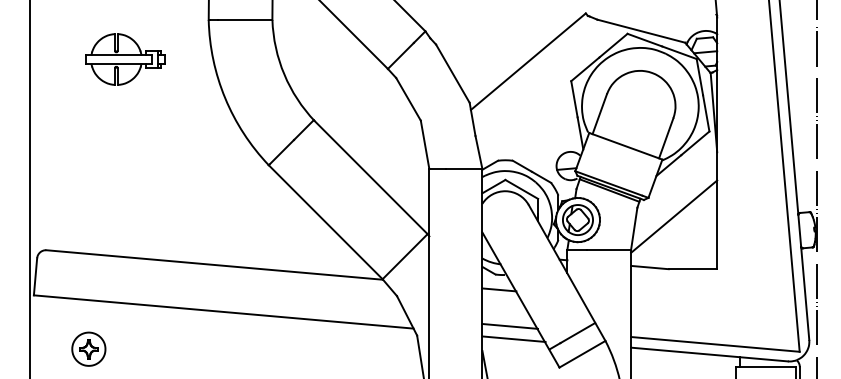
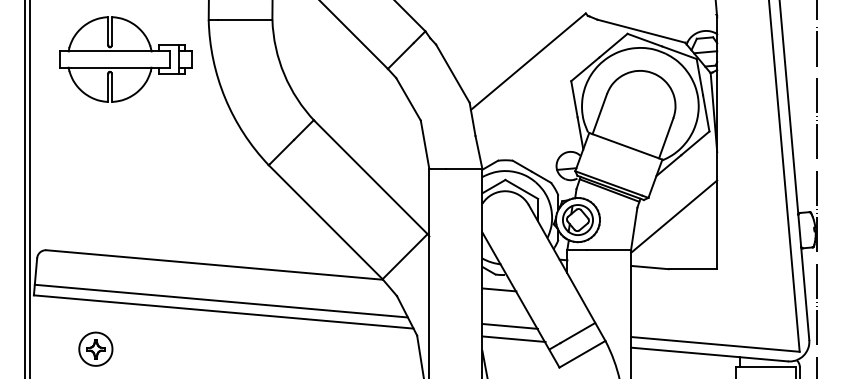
part at (125, 59) size: 81x53 px -> 134x87 px
line at (25, 188): none -> present
line at (220, 300): none -> present
part at (88, 348) position: (88, 348) -> (95, 348)
